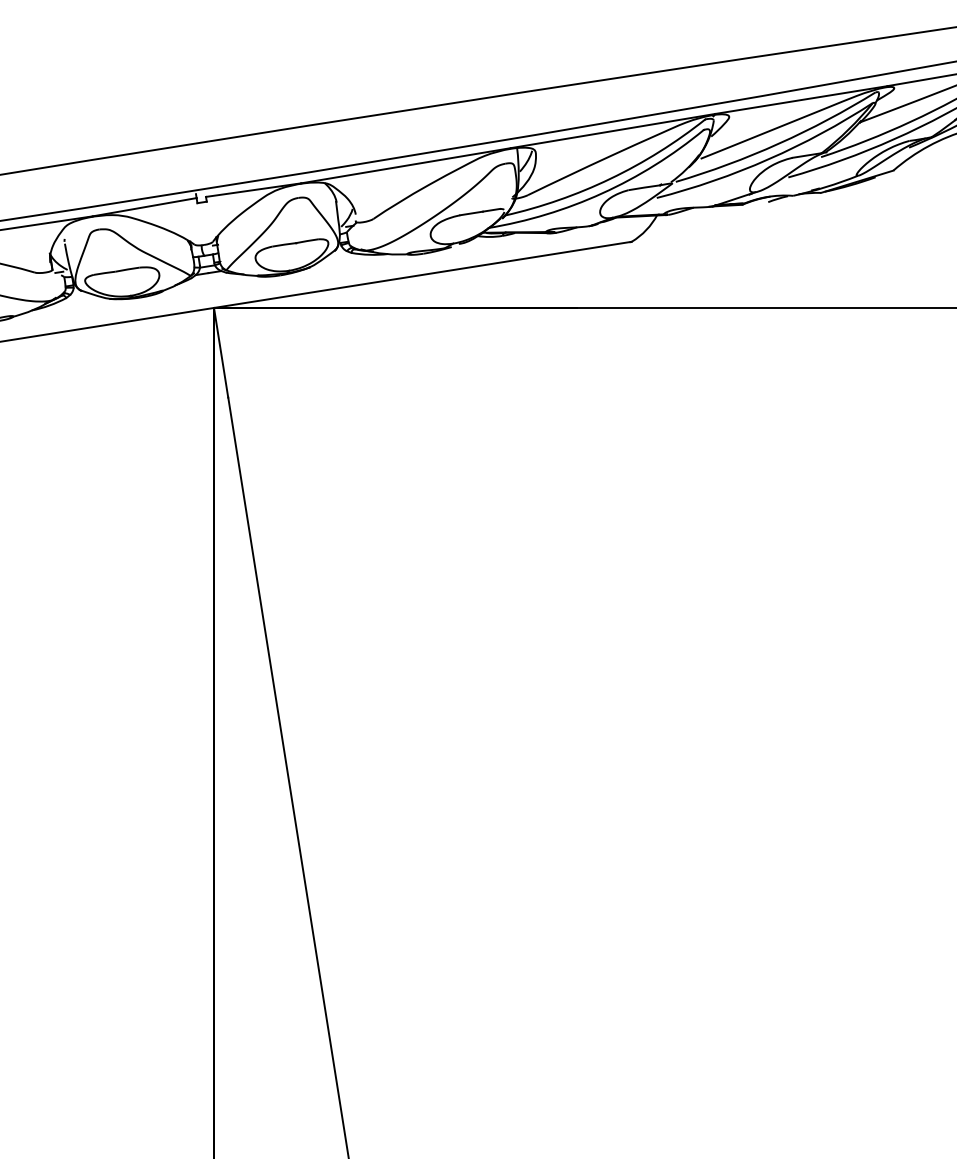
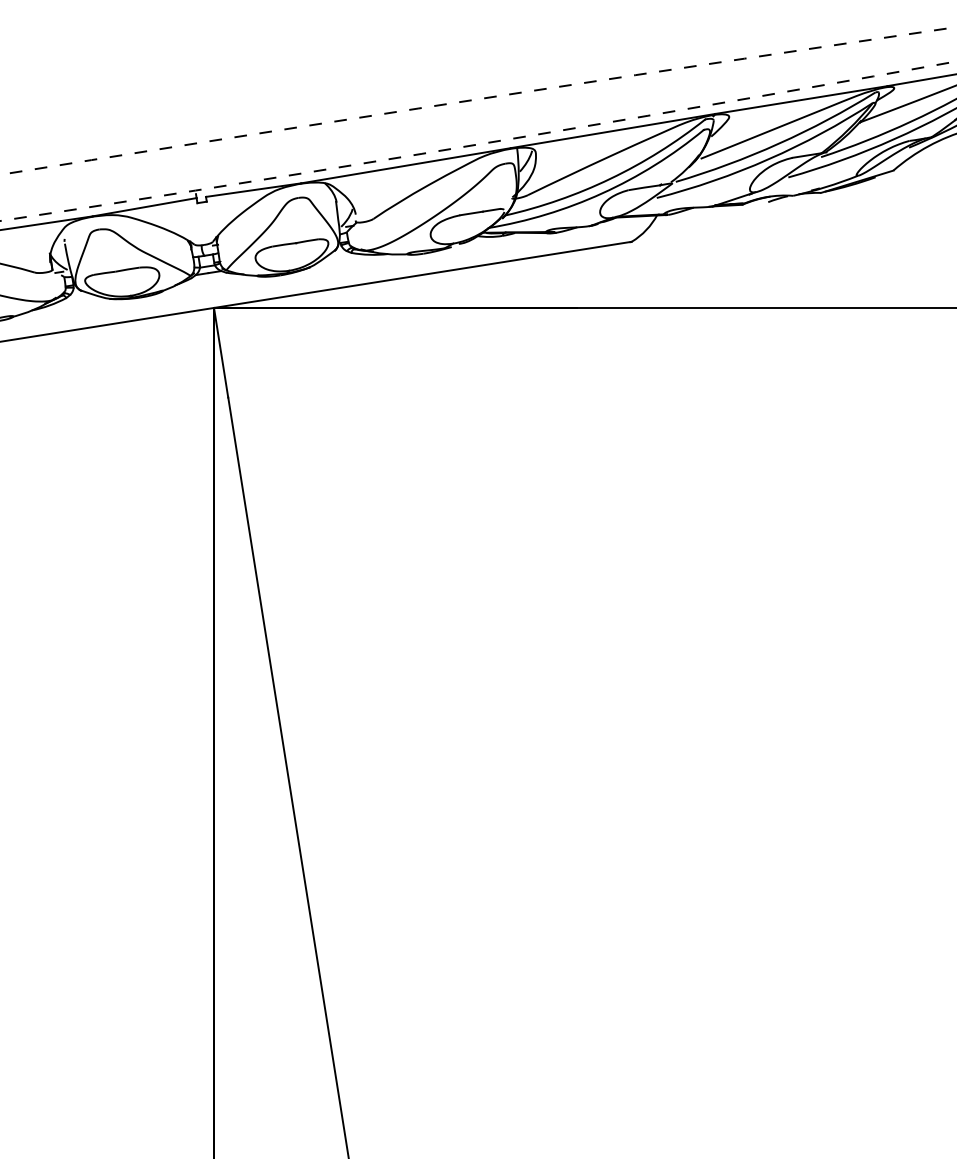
arc at (478, 99): solid -> dashed
arc at (478, 144): solid -> dashed
